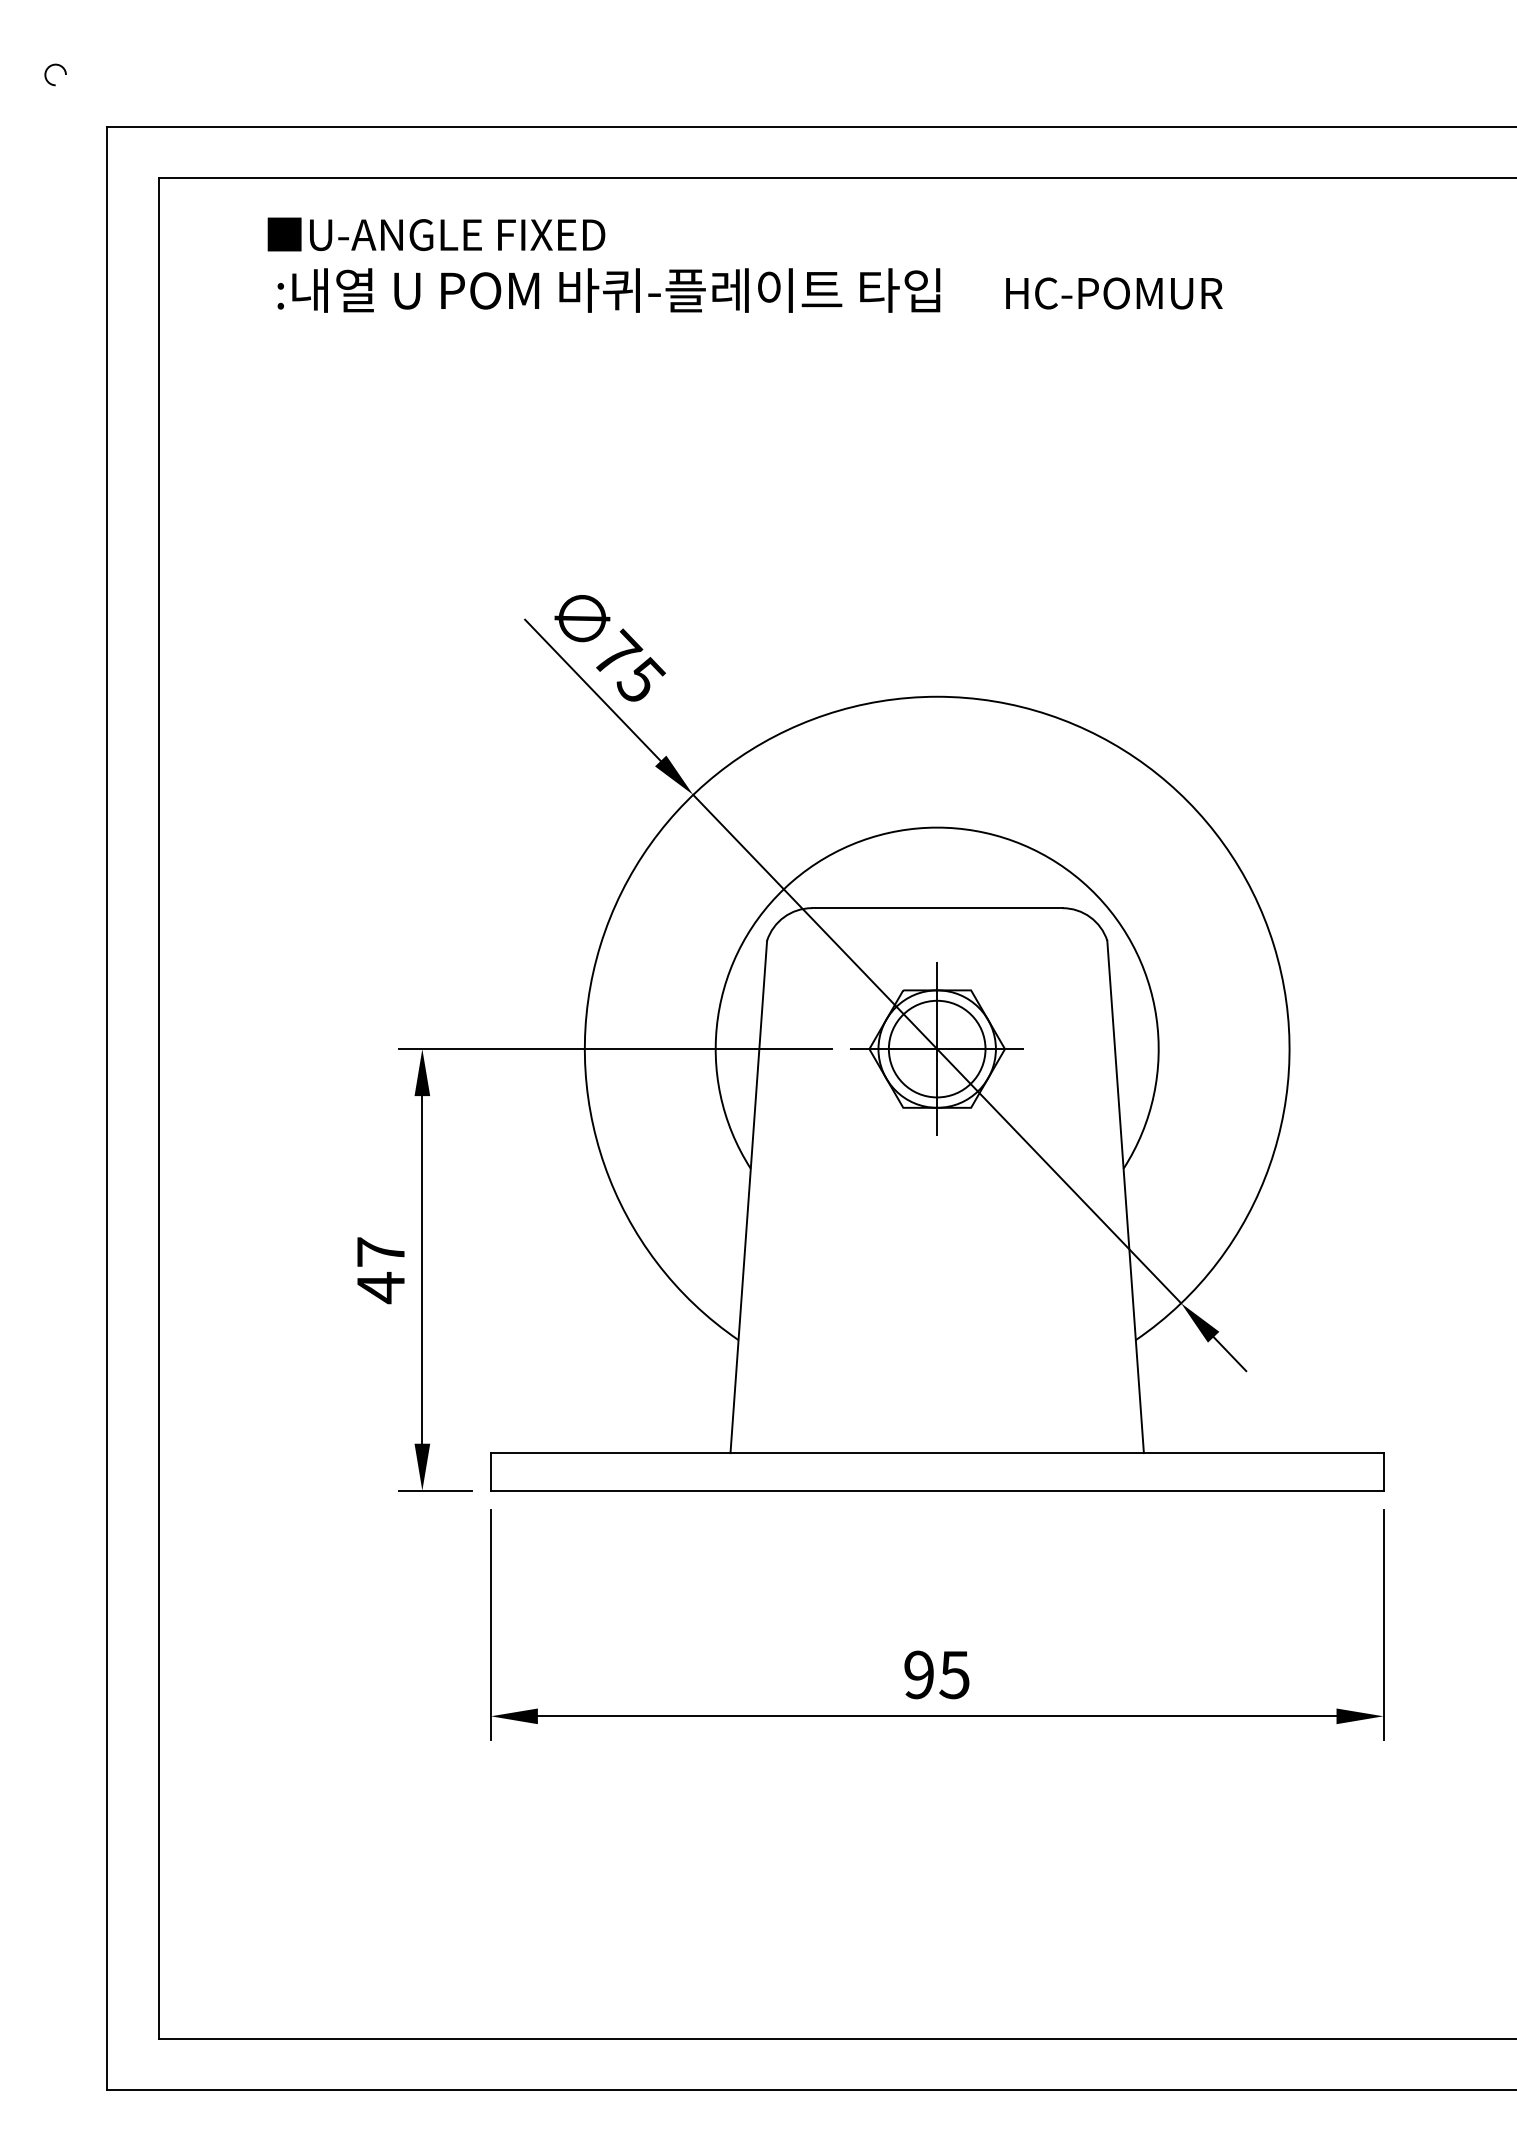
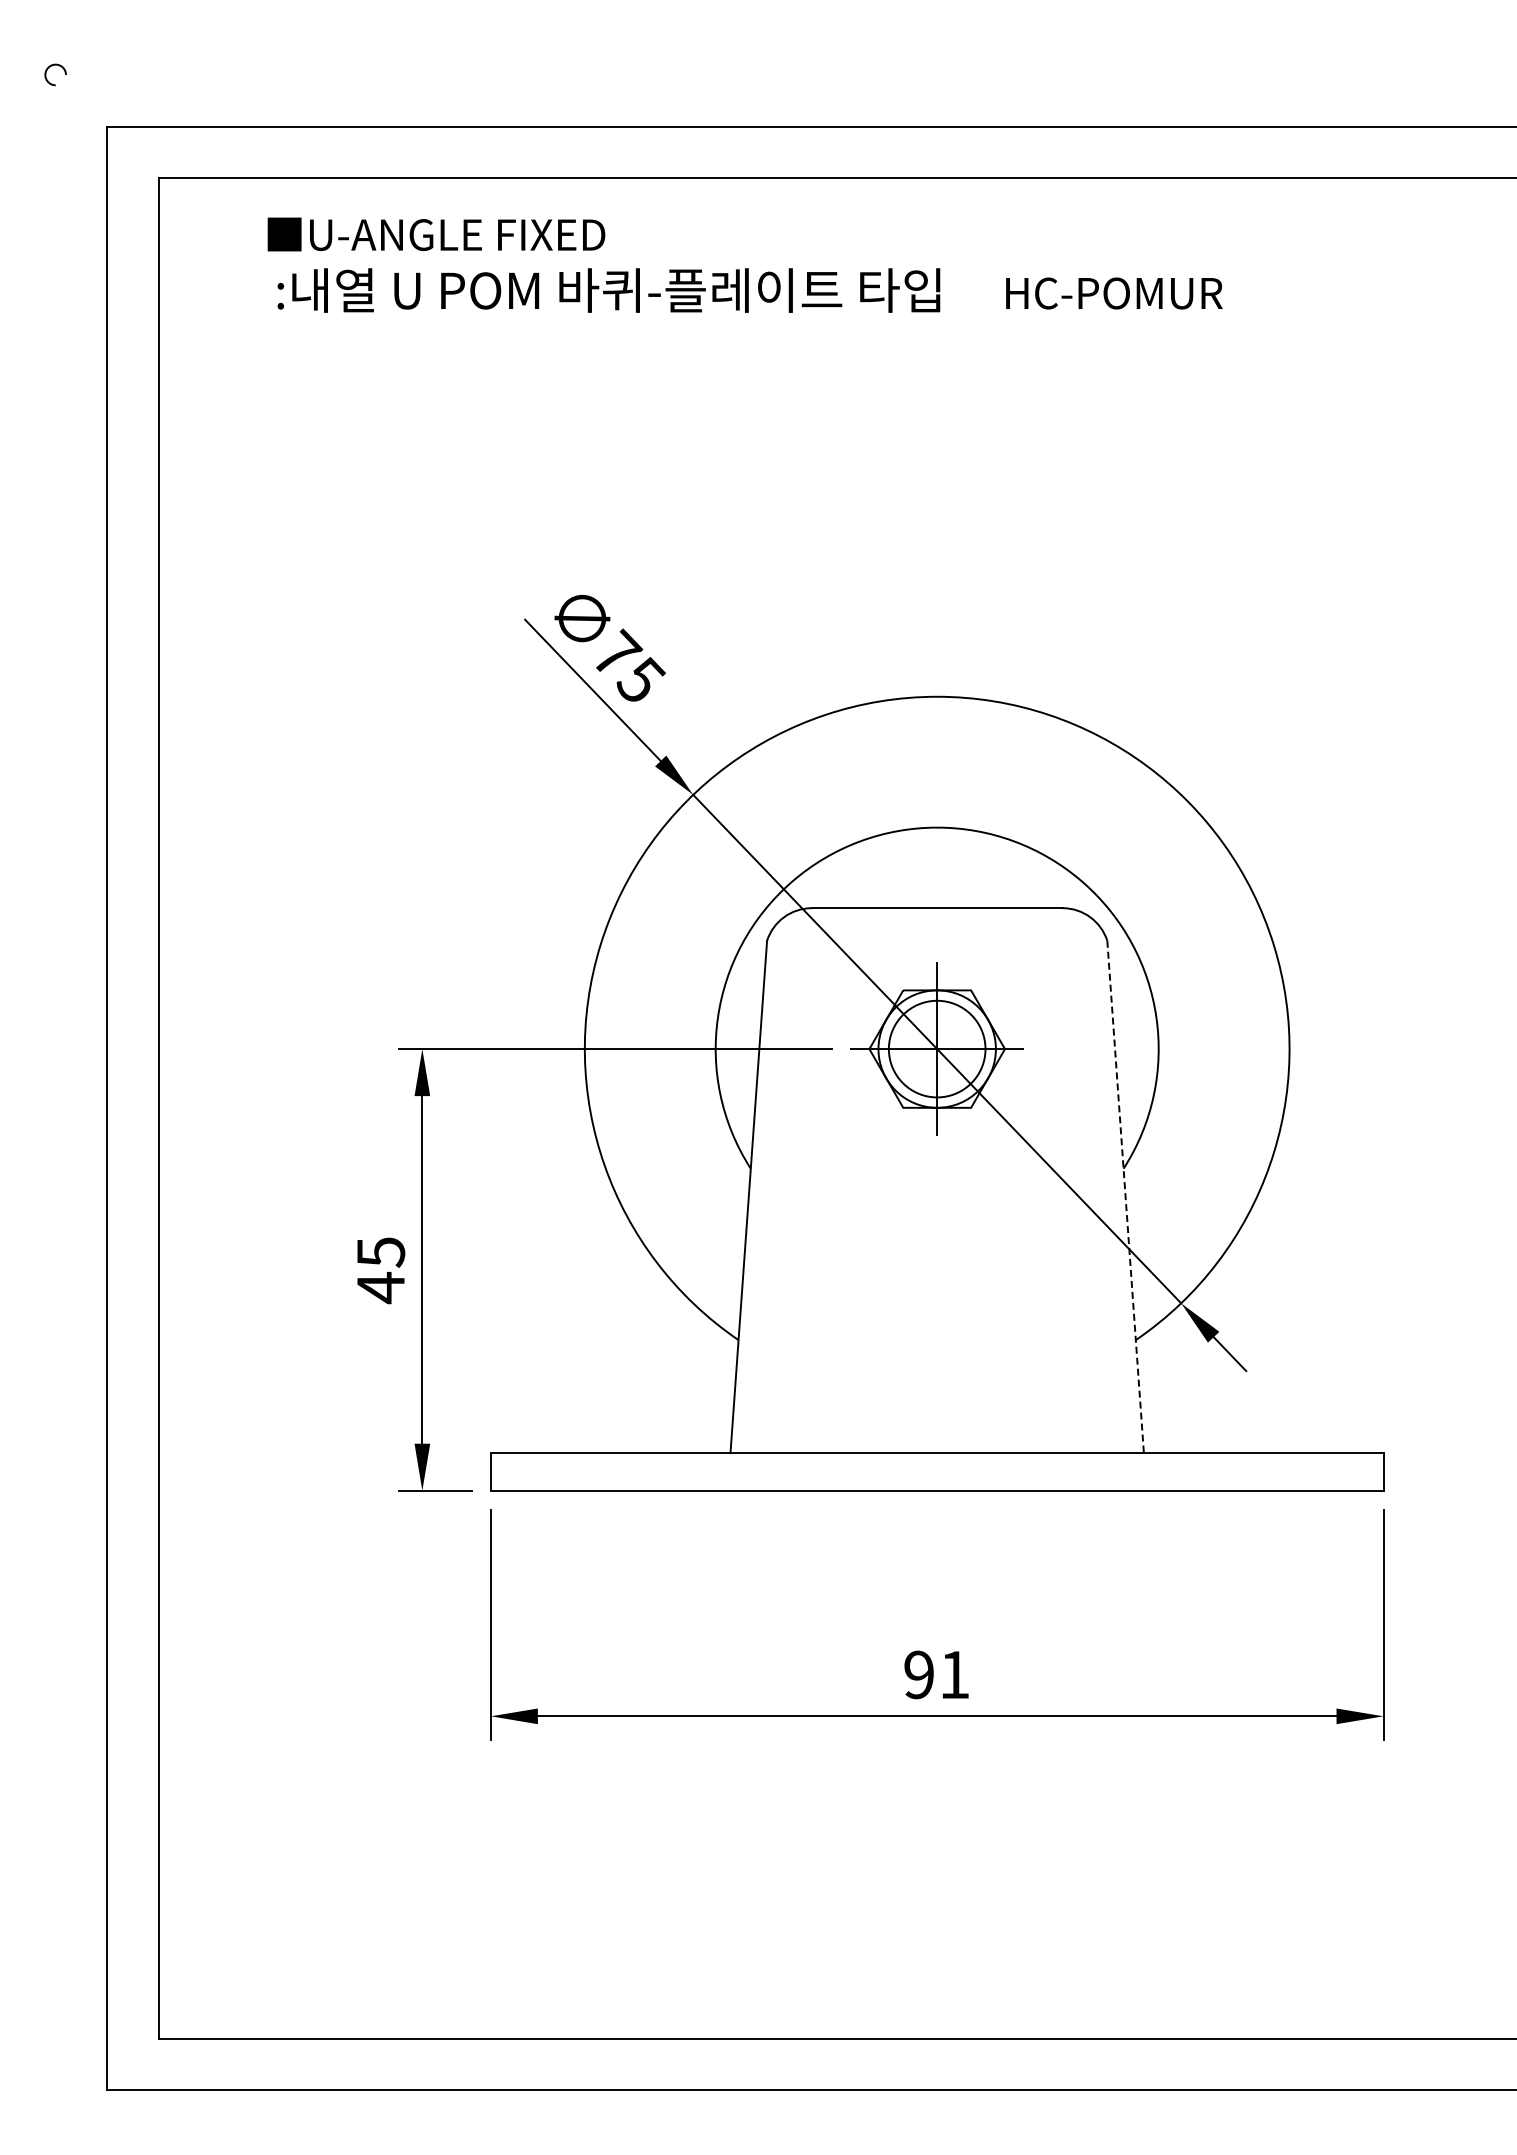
line at (1125, 1196): solid -> dashed
text at (381, 1252): 47 -> 45
text at (954, 1675): 95 -> 91
